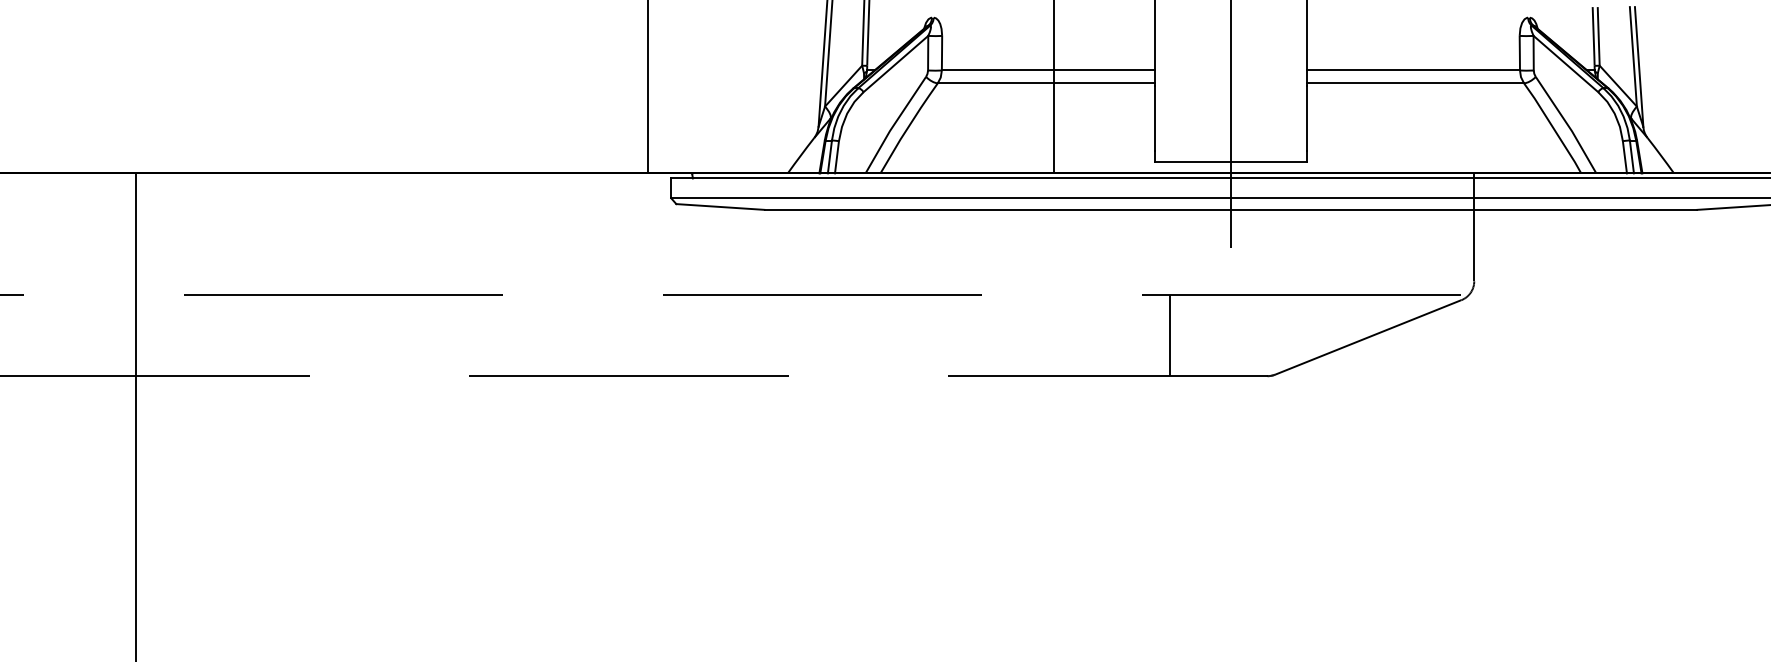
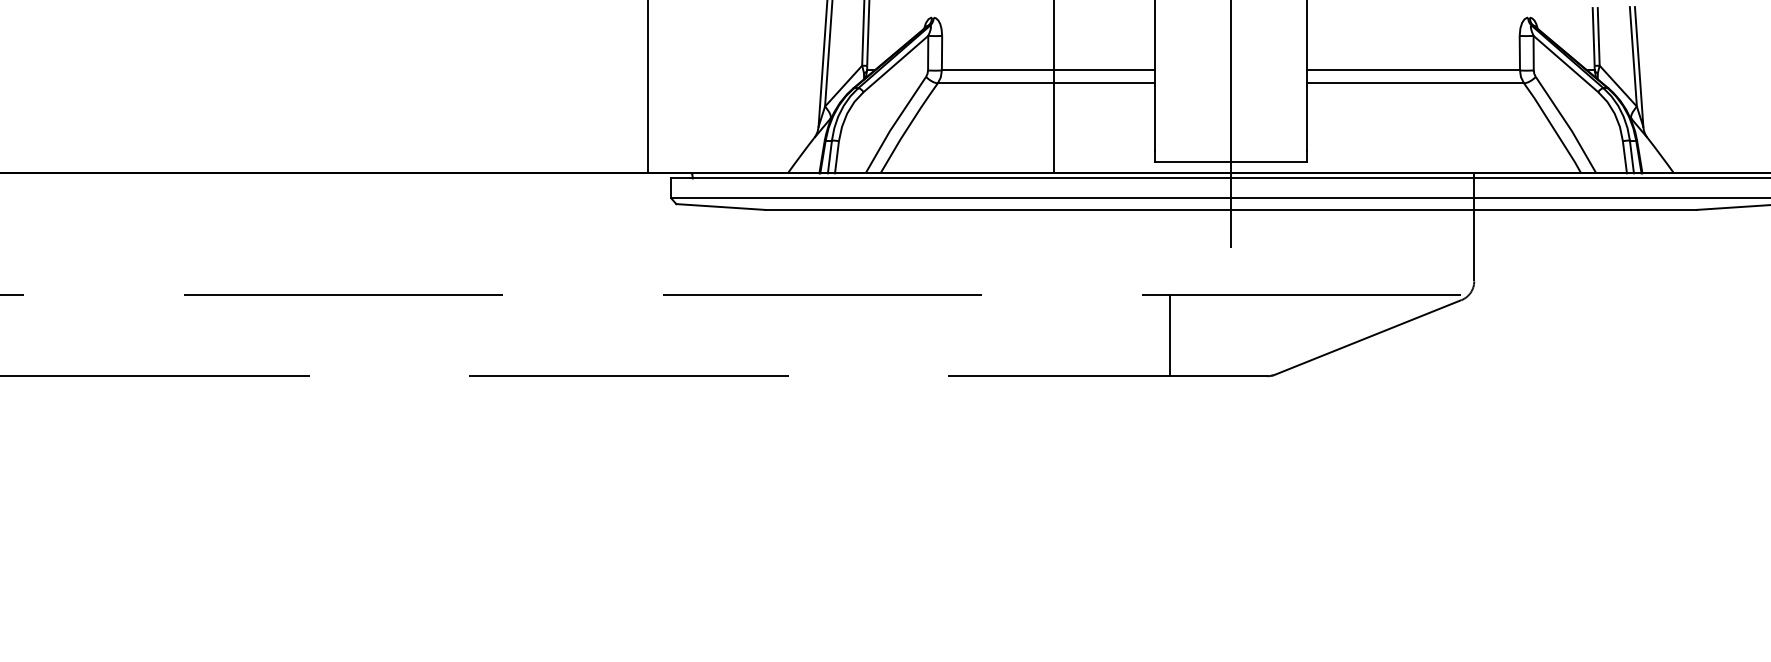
line at (135, 415): present -> none
